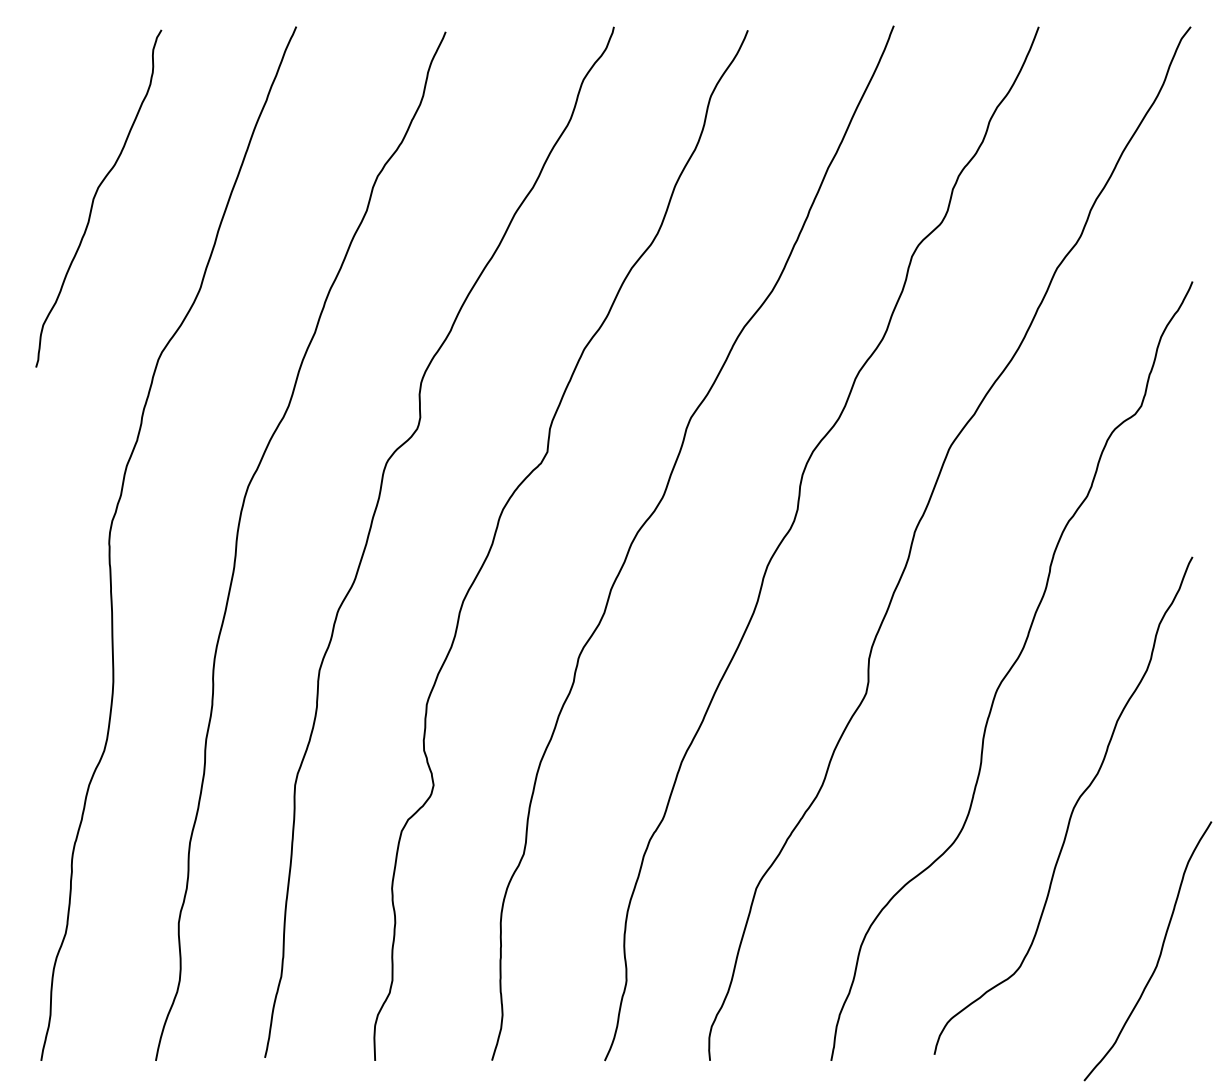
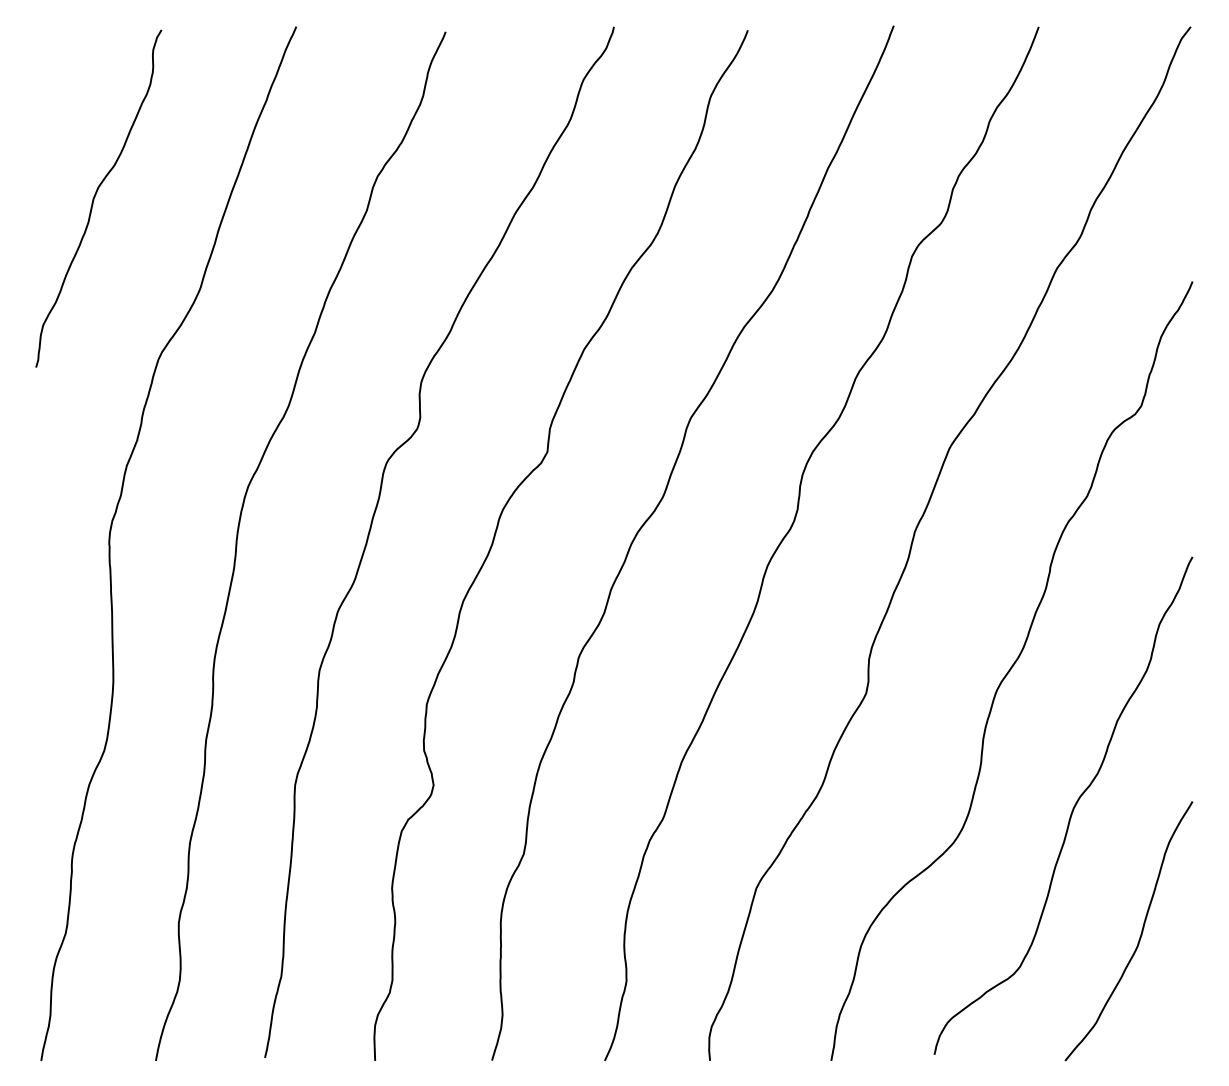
curve at (1159, 953) position: (1159, 953) -> (1140, 933)
